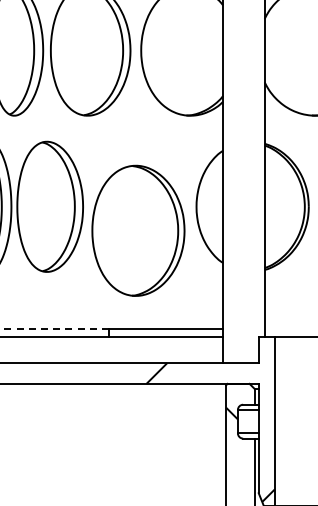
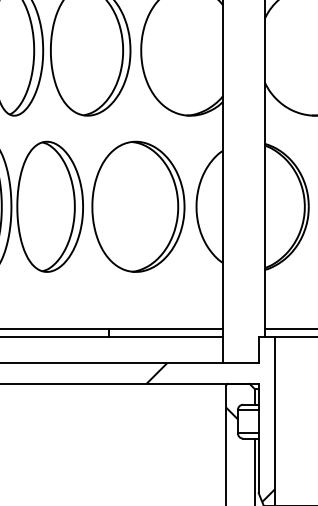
part at (138, 230) position: (138, 230) -> (138, 206)
line at (54, 329): dashed -> solid
line at (289, 329): none -> present
